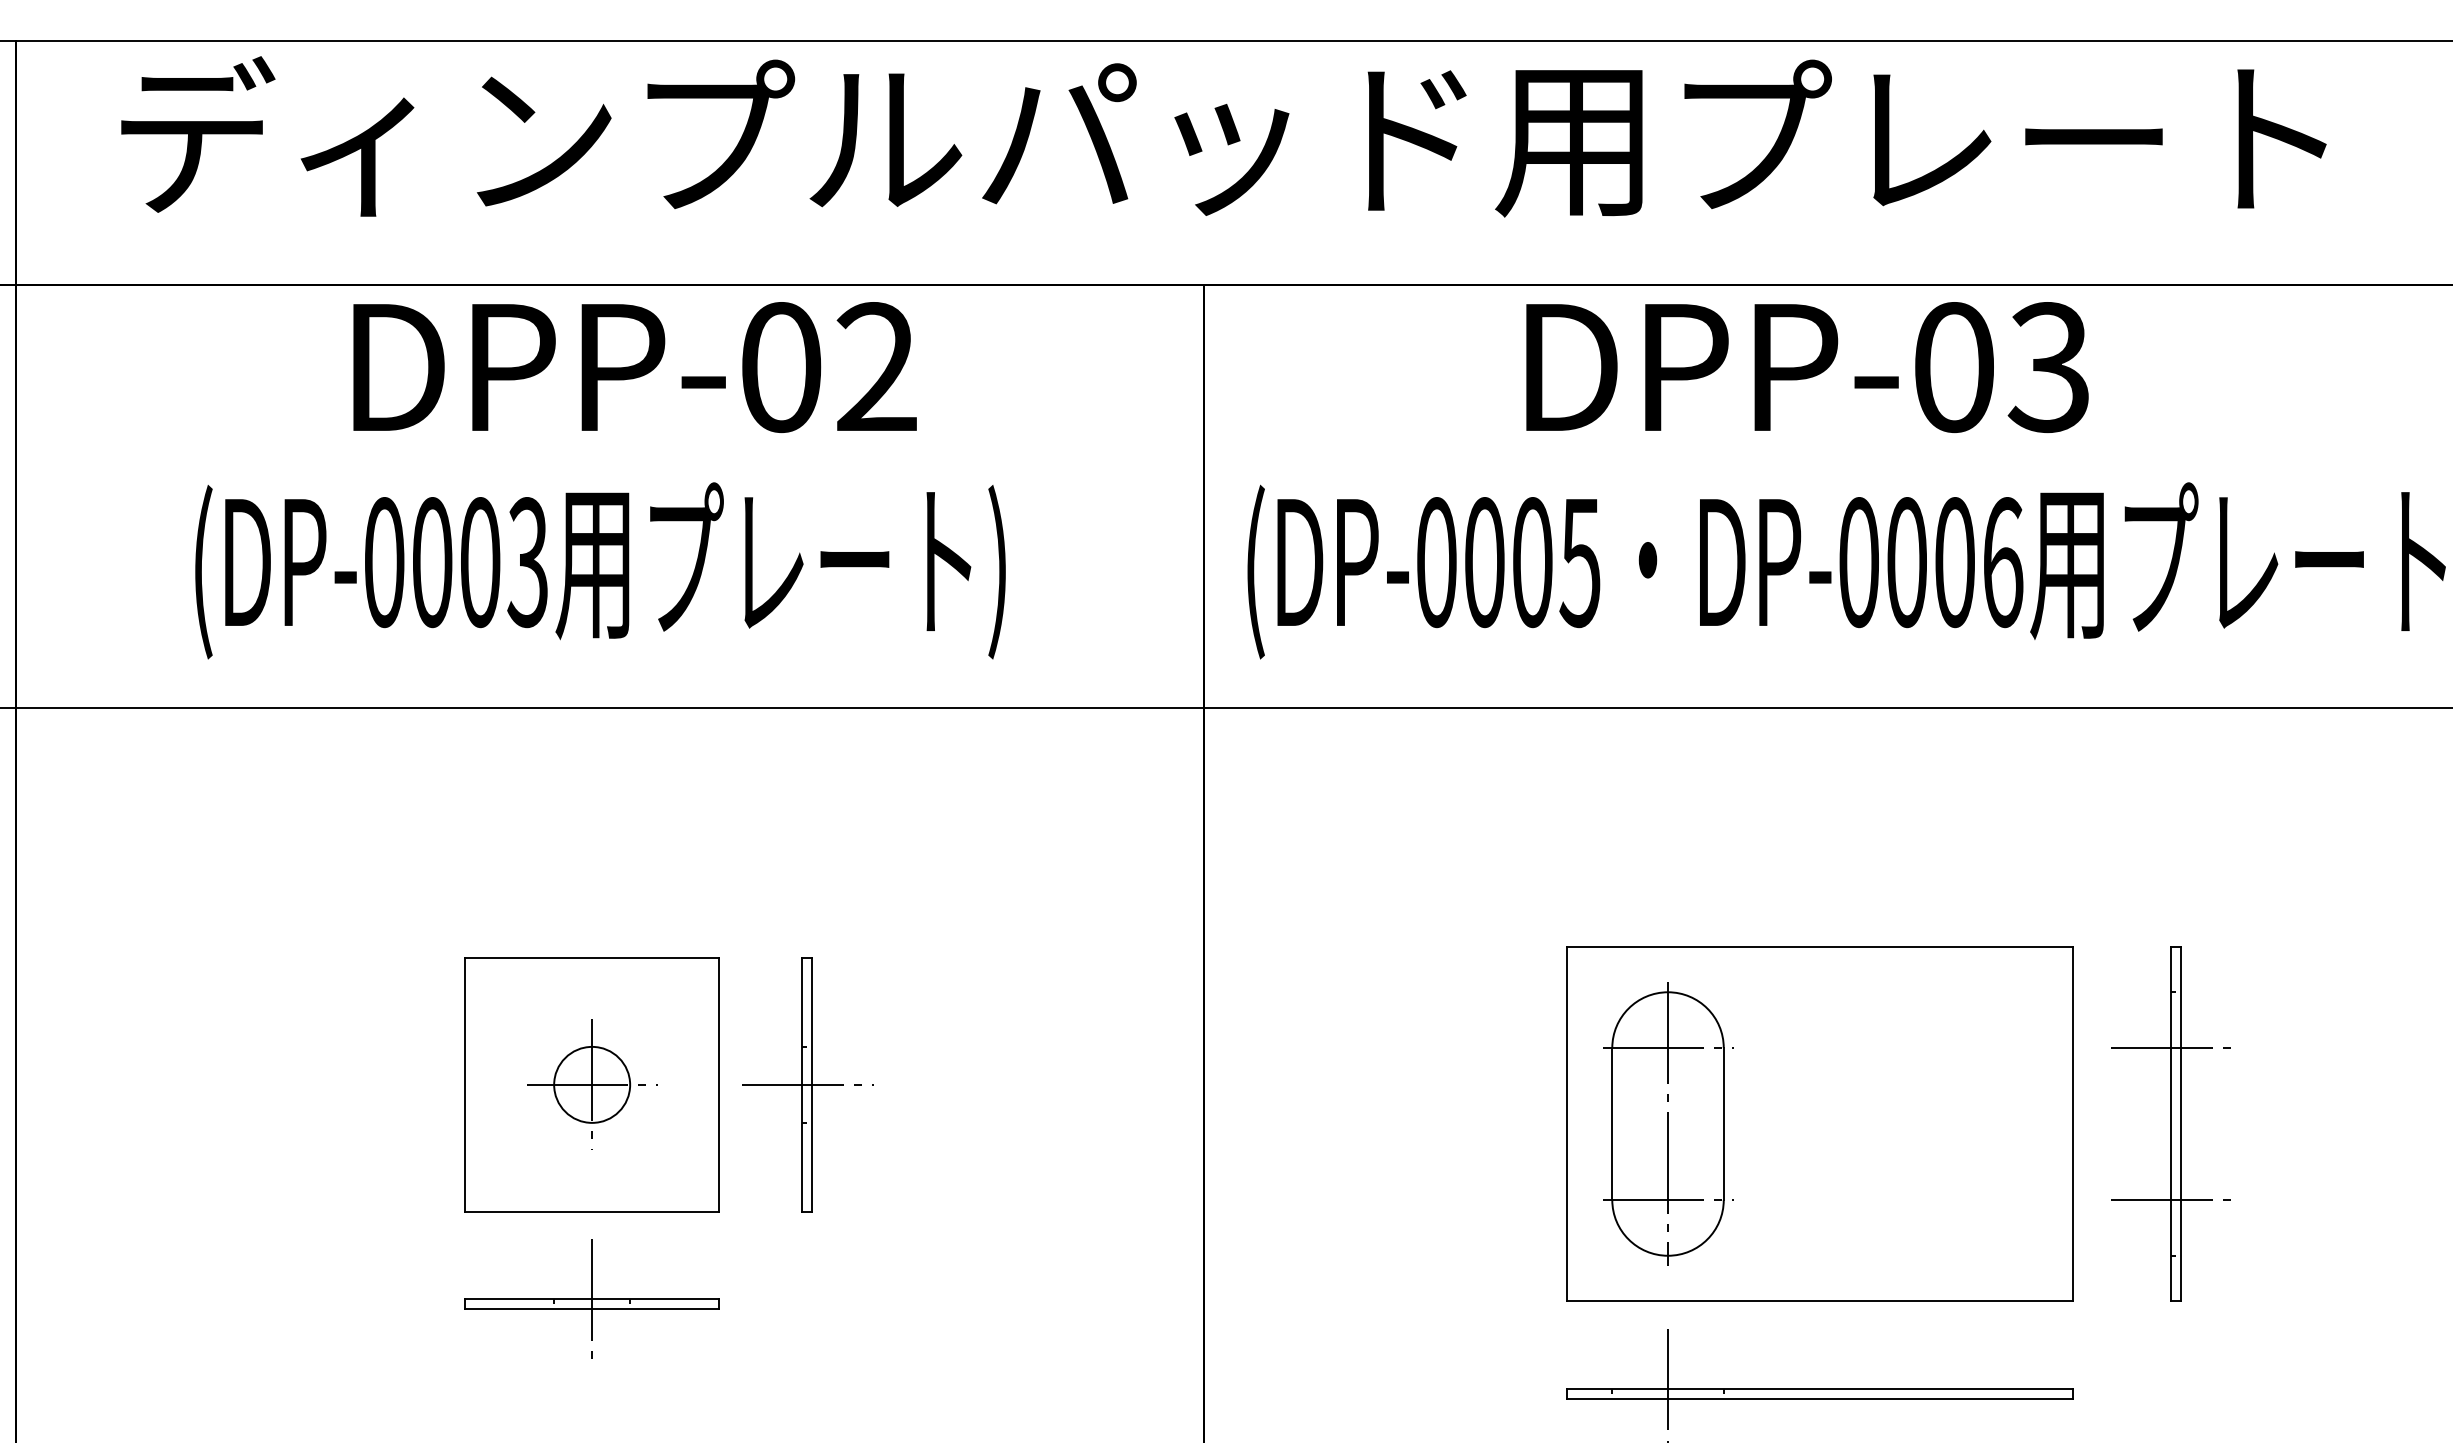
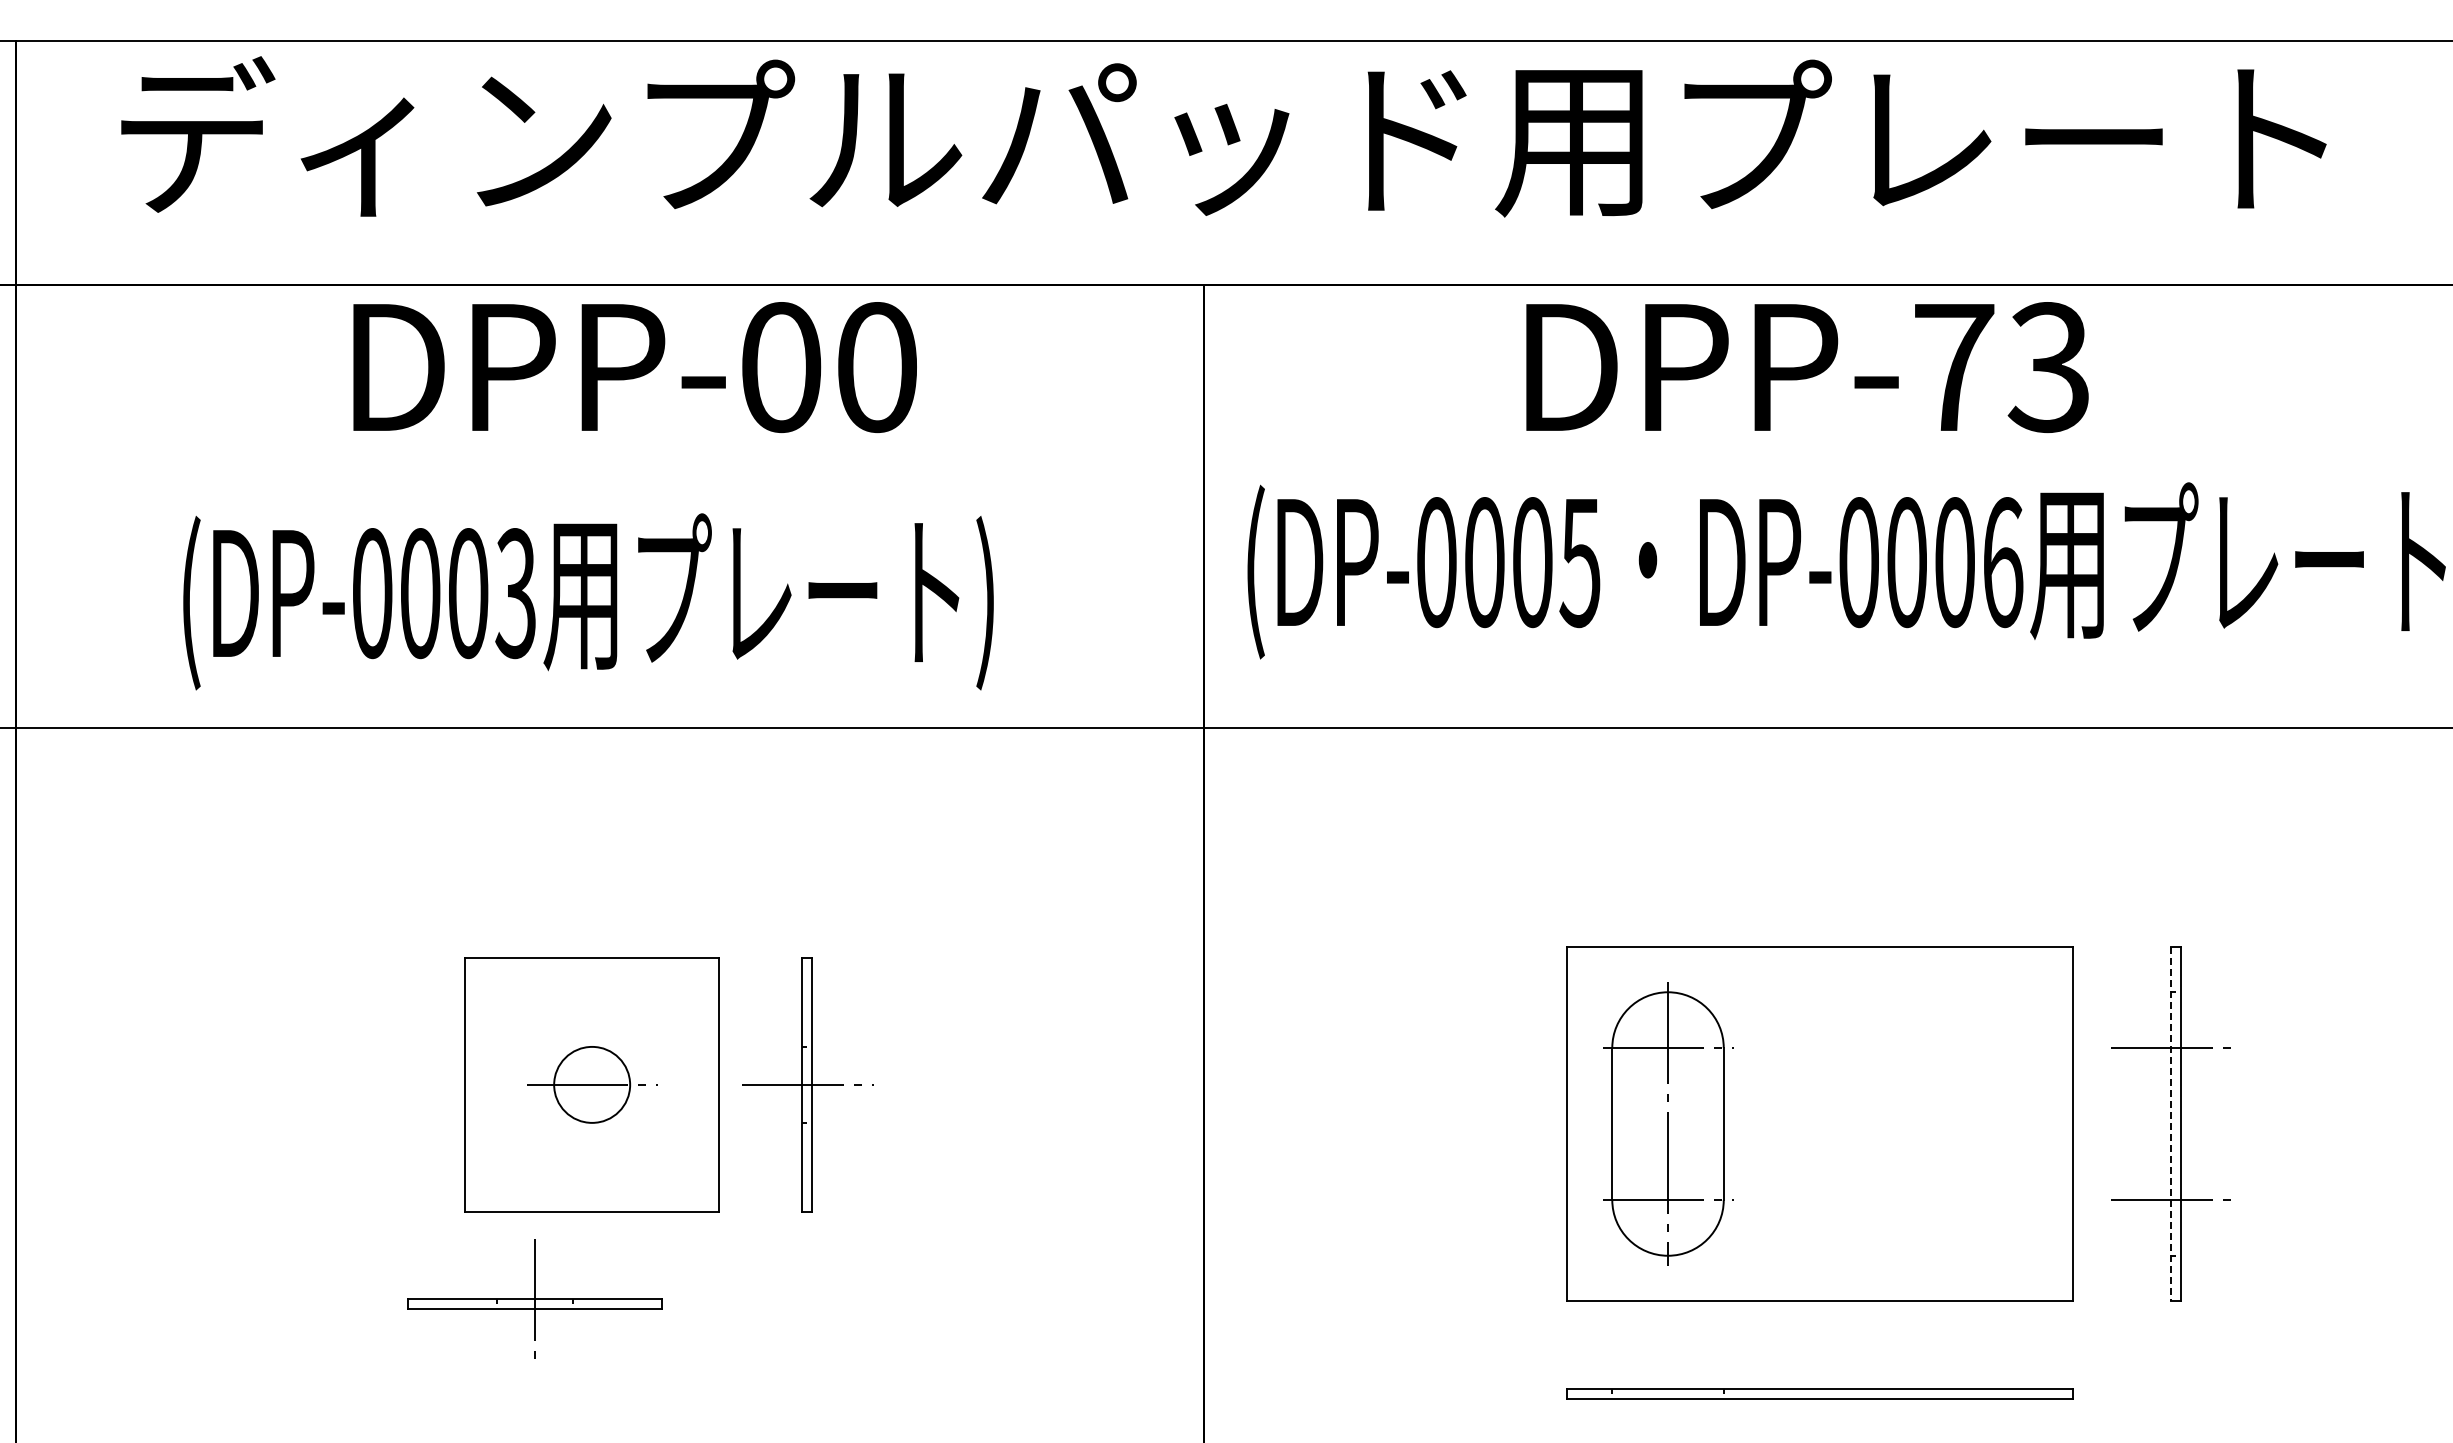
text at (876, 367): DPP-02 -> DPP-00
text at (1954, 367): DPP-03 -> DPP-73
text at (600, 570) position: (600, 570) -> (588, 601)
line at (1225, 707) position: (1225, 707) -> (1225, 727)
line at (592, 1084): present -> none
line at (2171, 1124): solid -> dashed
part at (591, 1298) position: (591, 1298) -> (534, 1298)
line at (1668, 1384): present -> none
